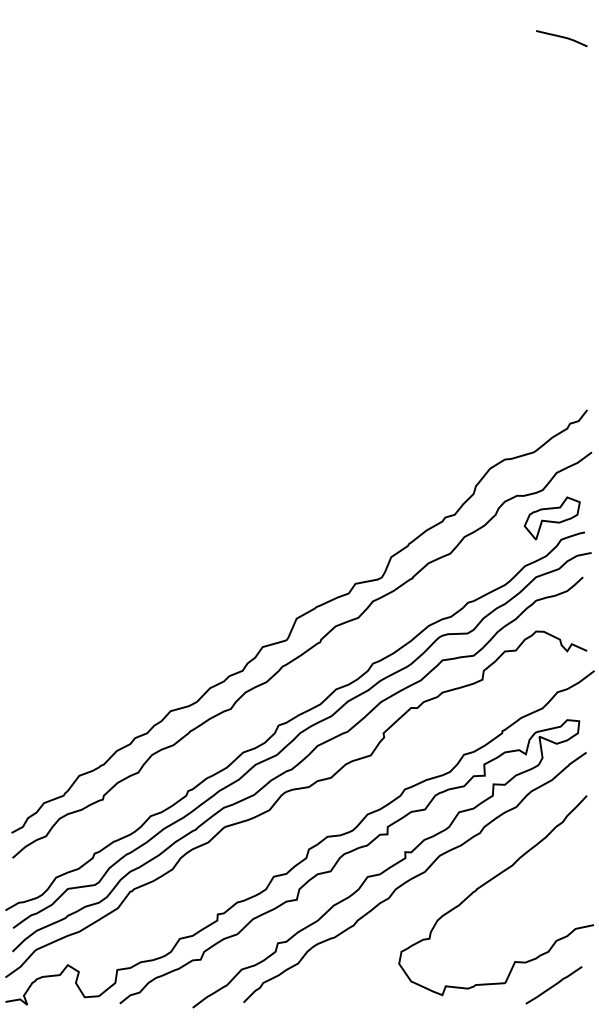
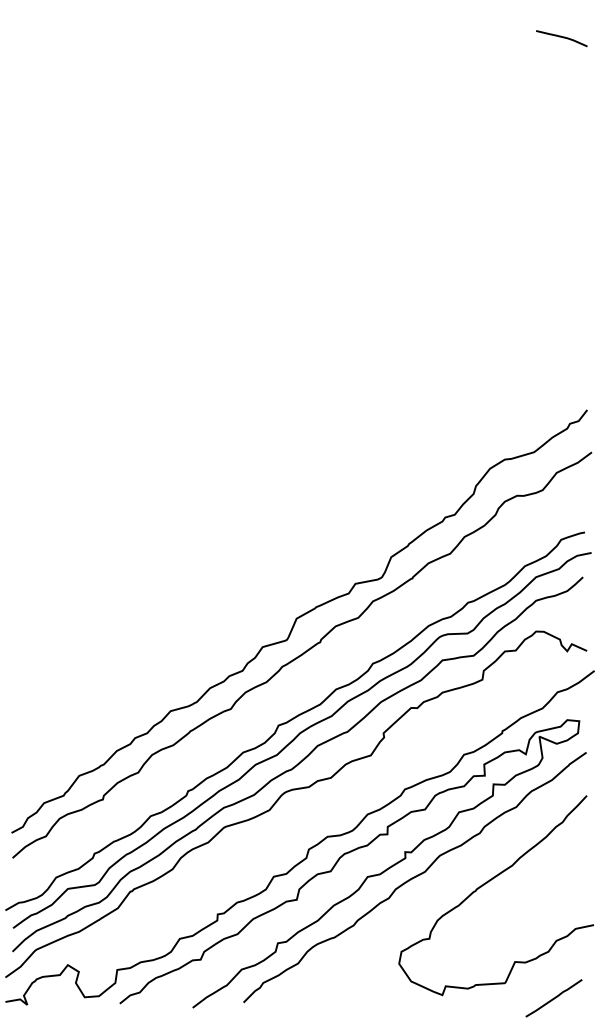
part at (551, 518): present -> none
line at (553, 985) position: (553, 985) -> (553, 998)
